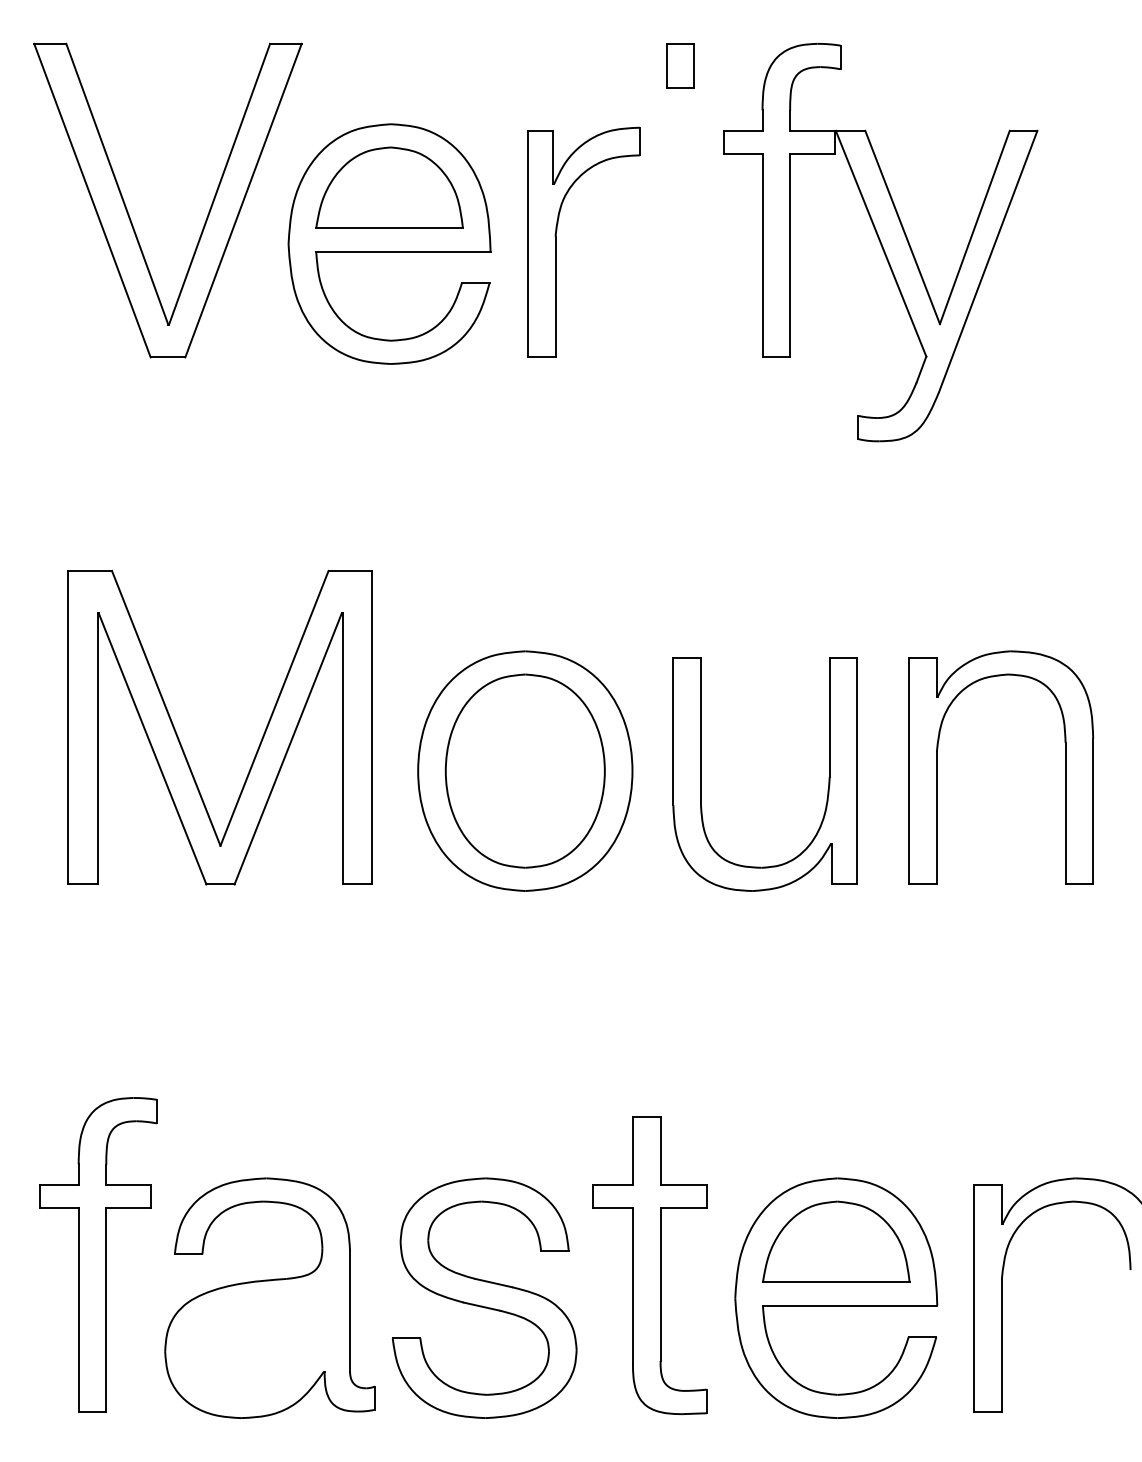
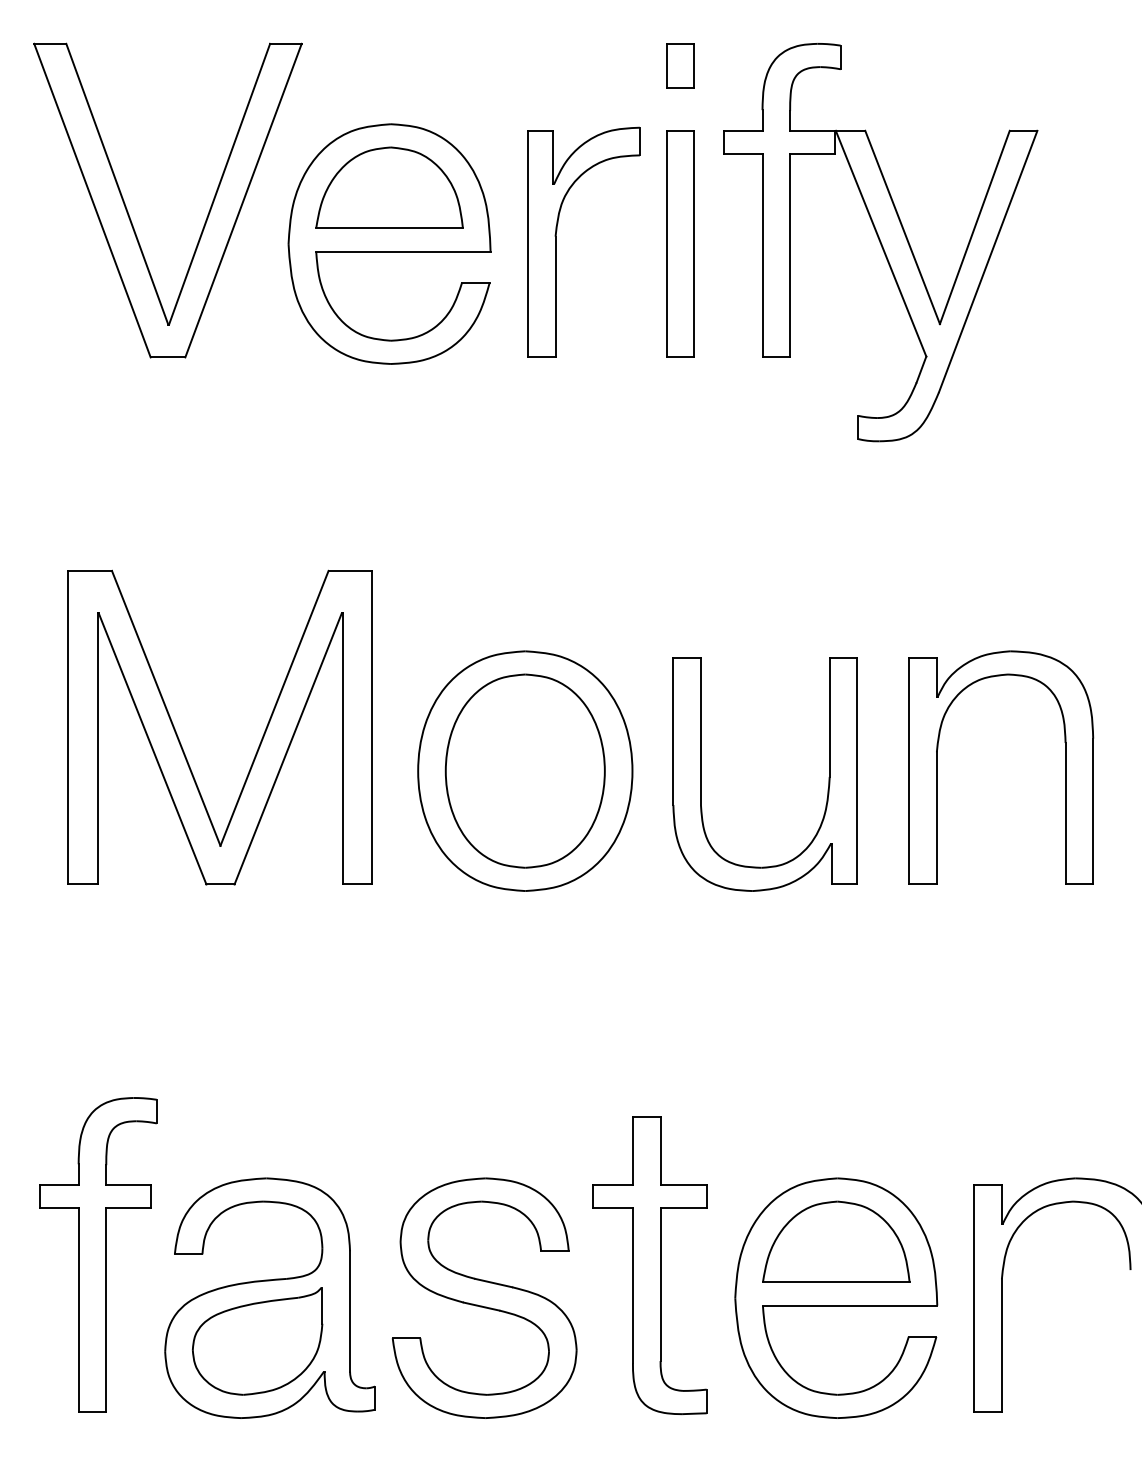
part at (680, 243): none -> present
part at (257, 1341): none -> present
